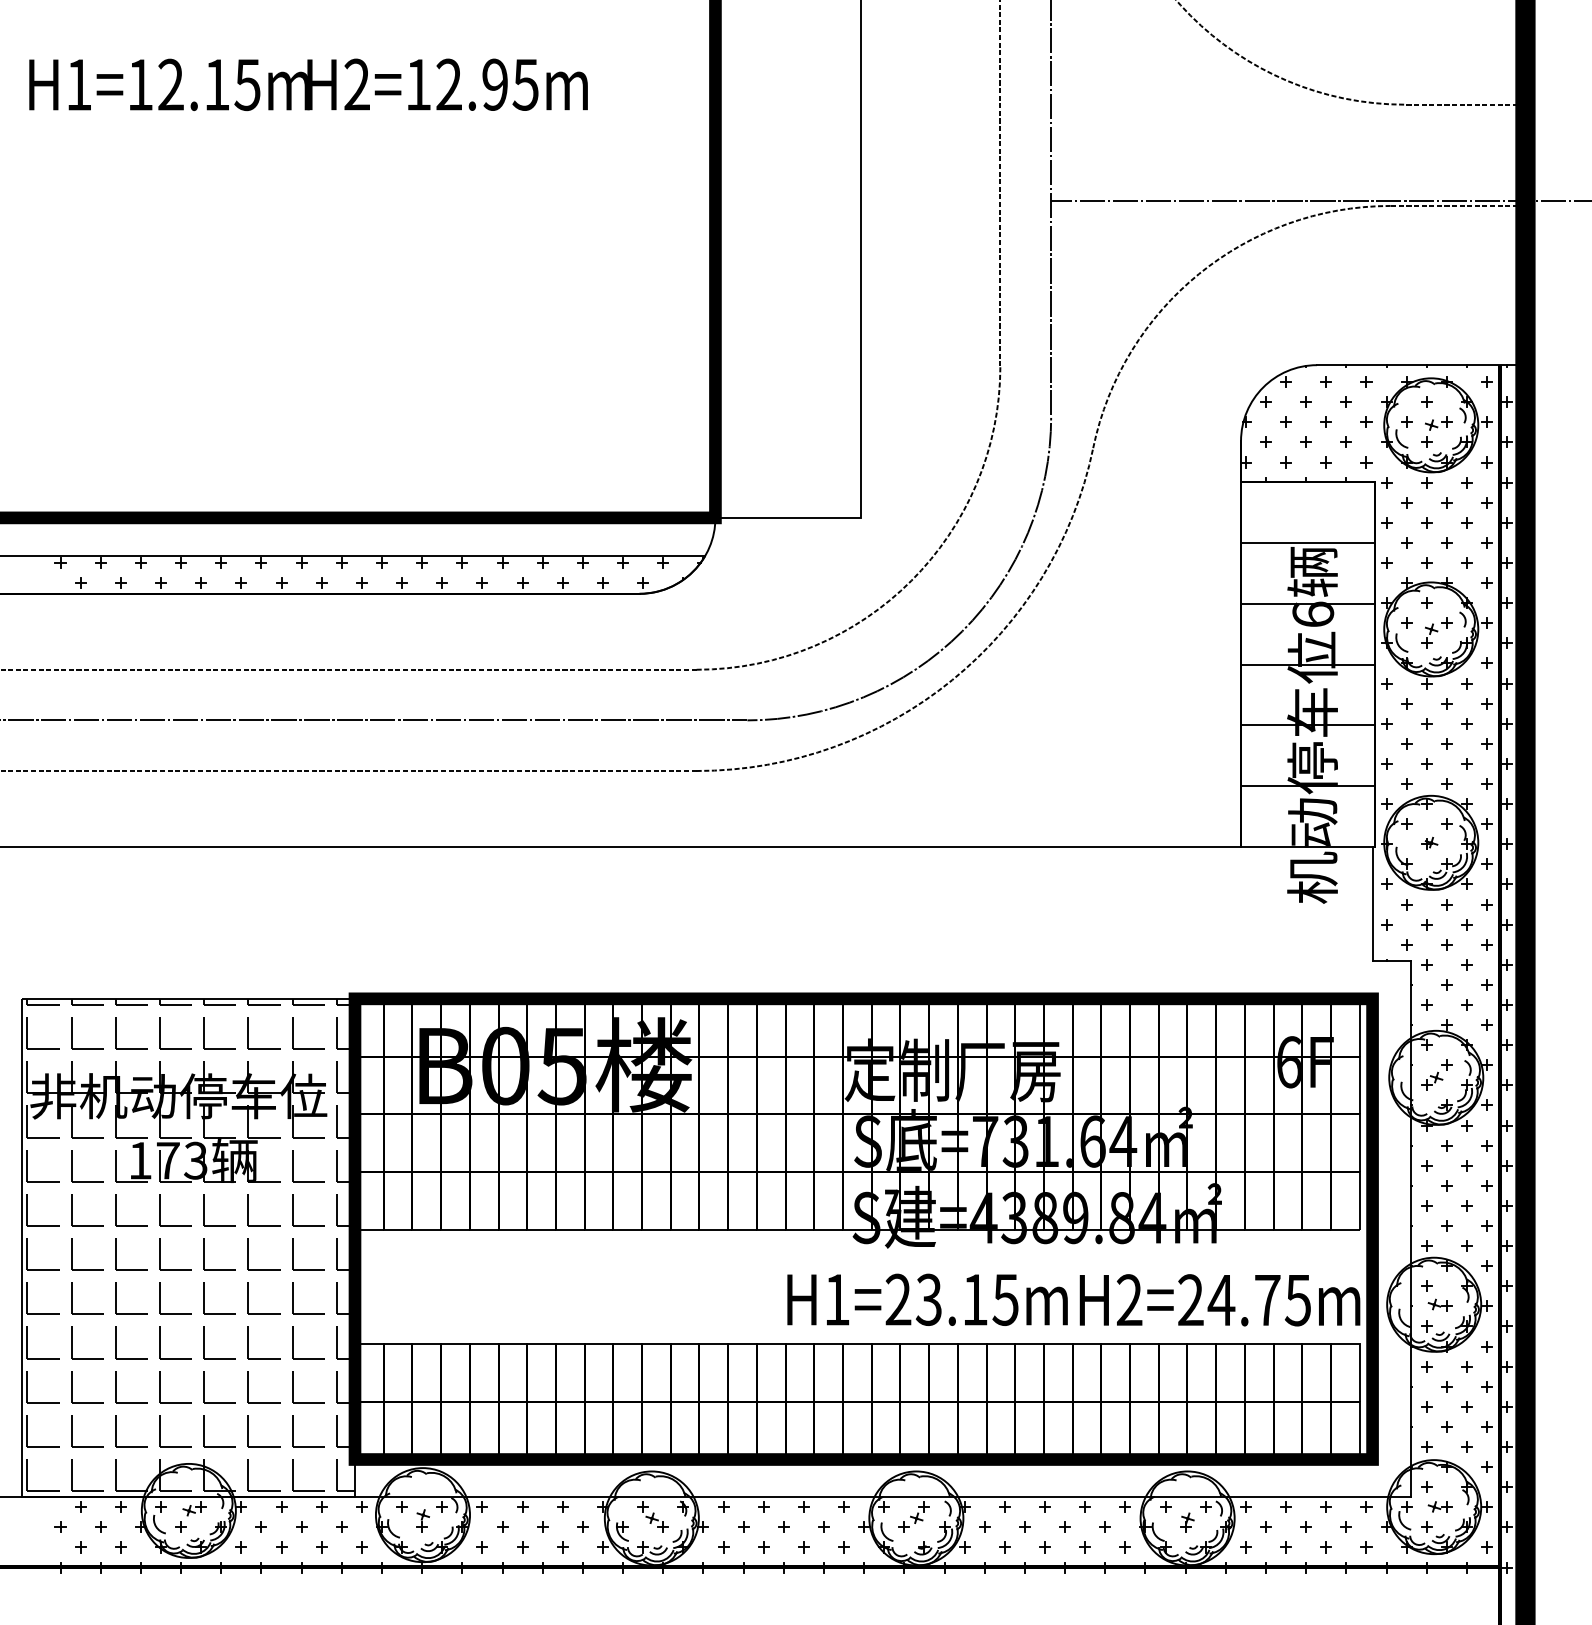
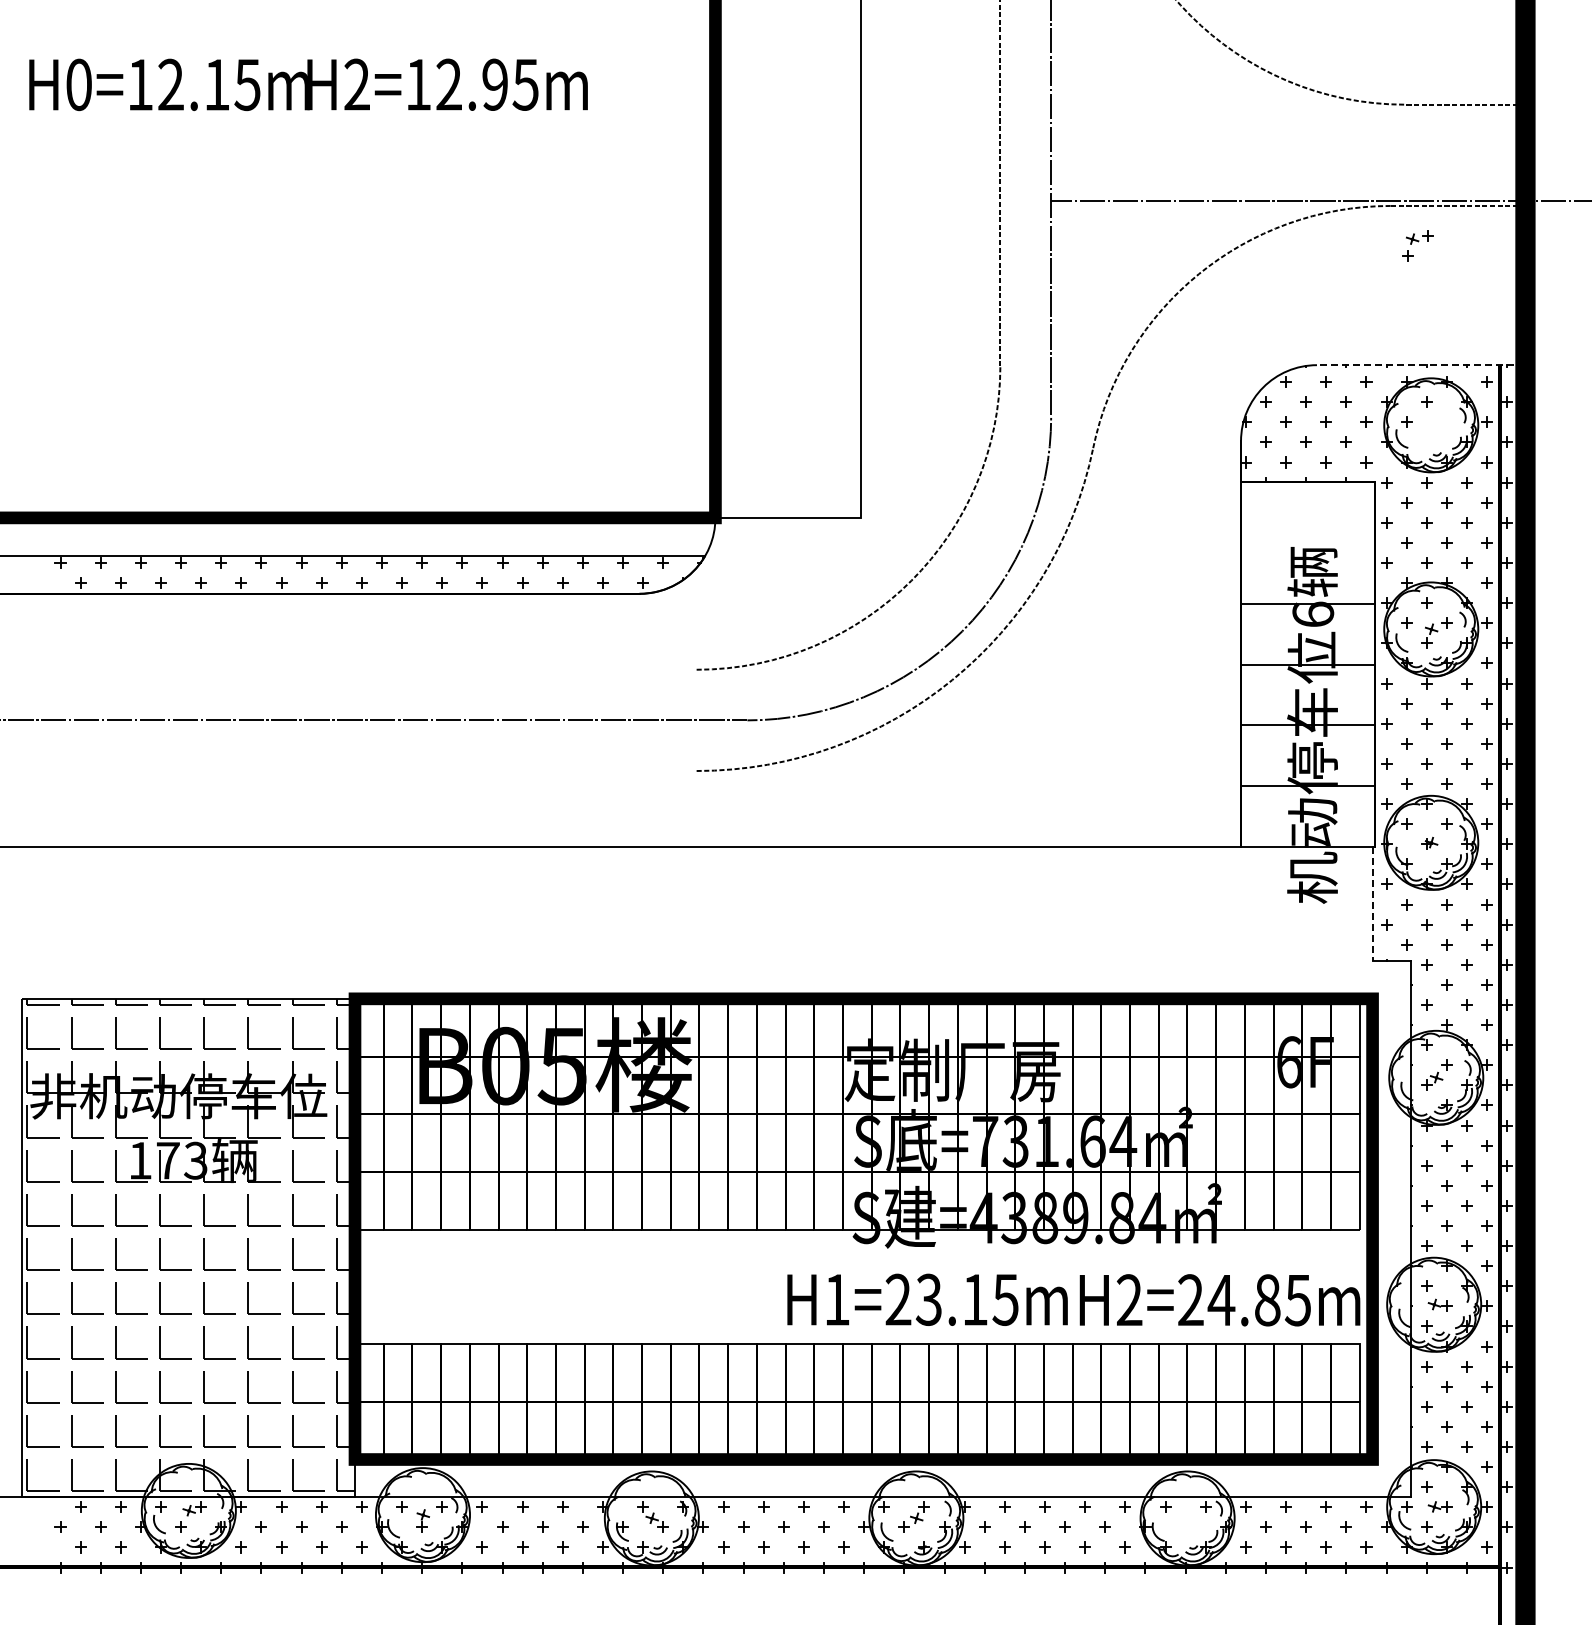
text at (78, 84): H1=12.15m -> H0=12.15m
line at (1420, 365): solid -> dashed
part at (1436, 431) position: (1436, 431) -> (1417, 245)
line at (1308, 543): present -> none
line at (349, 669): present -> none
line at (349, 771): present -> none
line at (1372, 903): solid -> dashed
text at (1267, 1300): H2=24.75m -> H2=24.85m
part at (1187, 1522): present -> none
